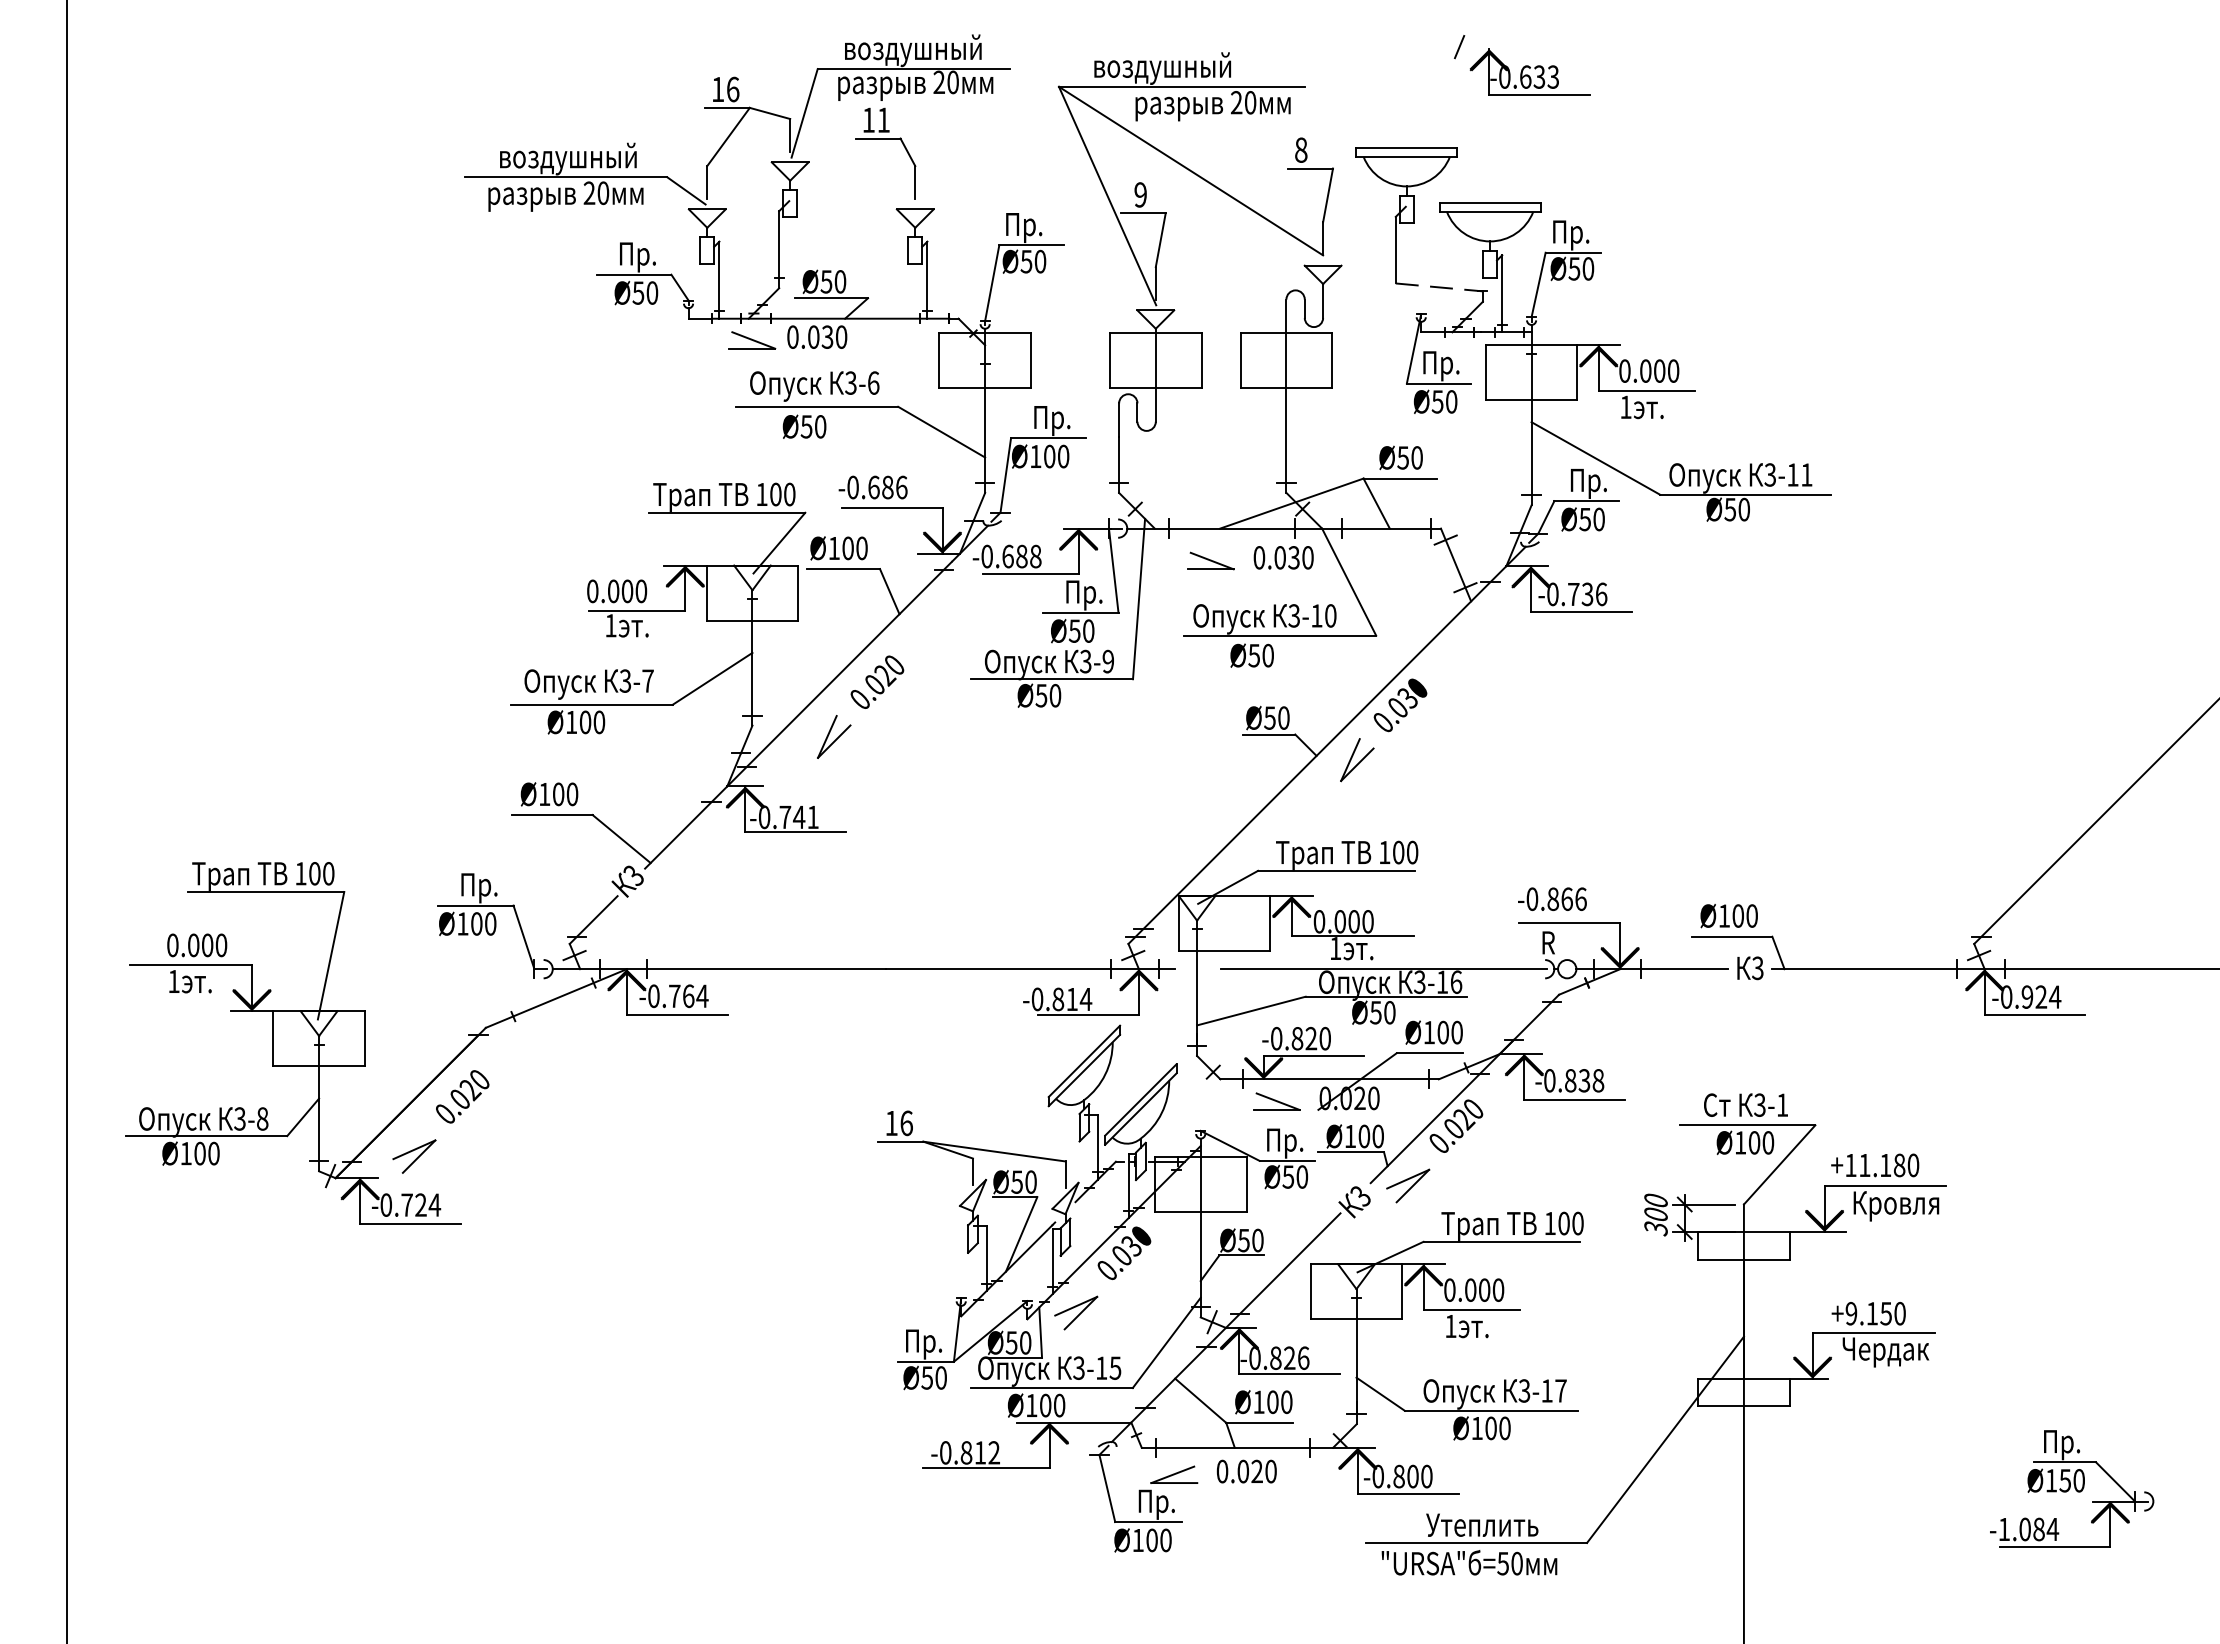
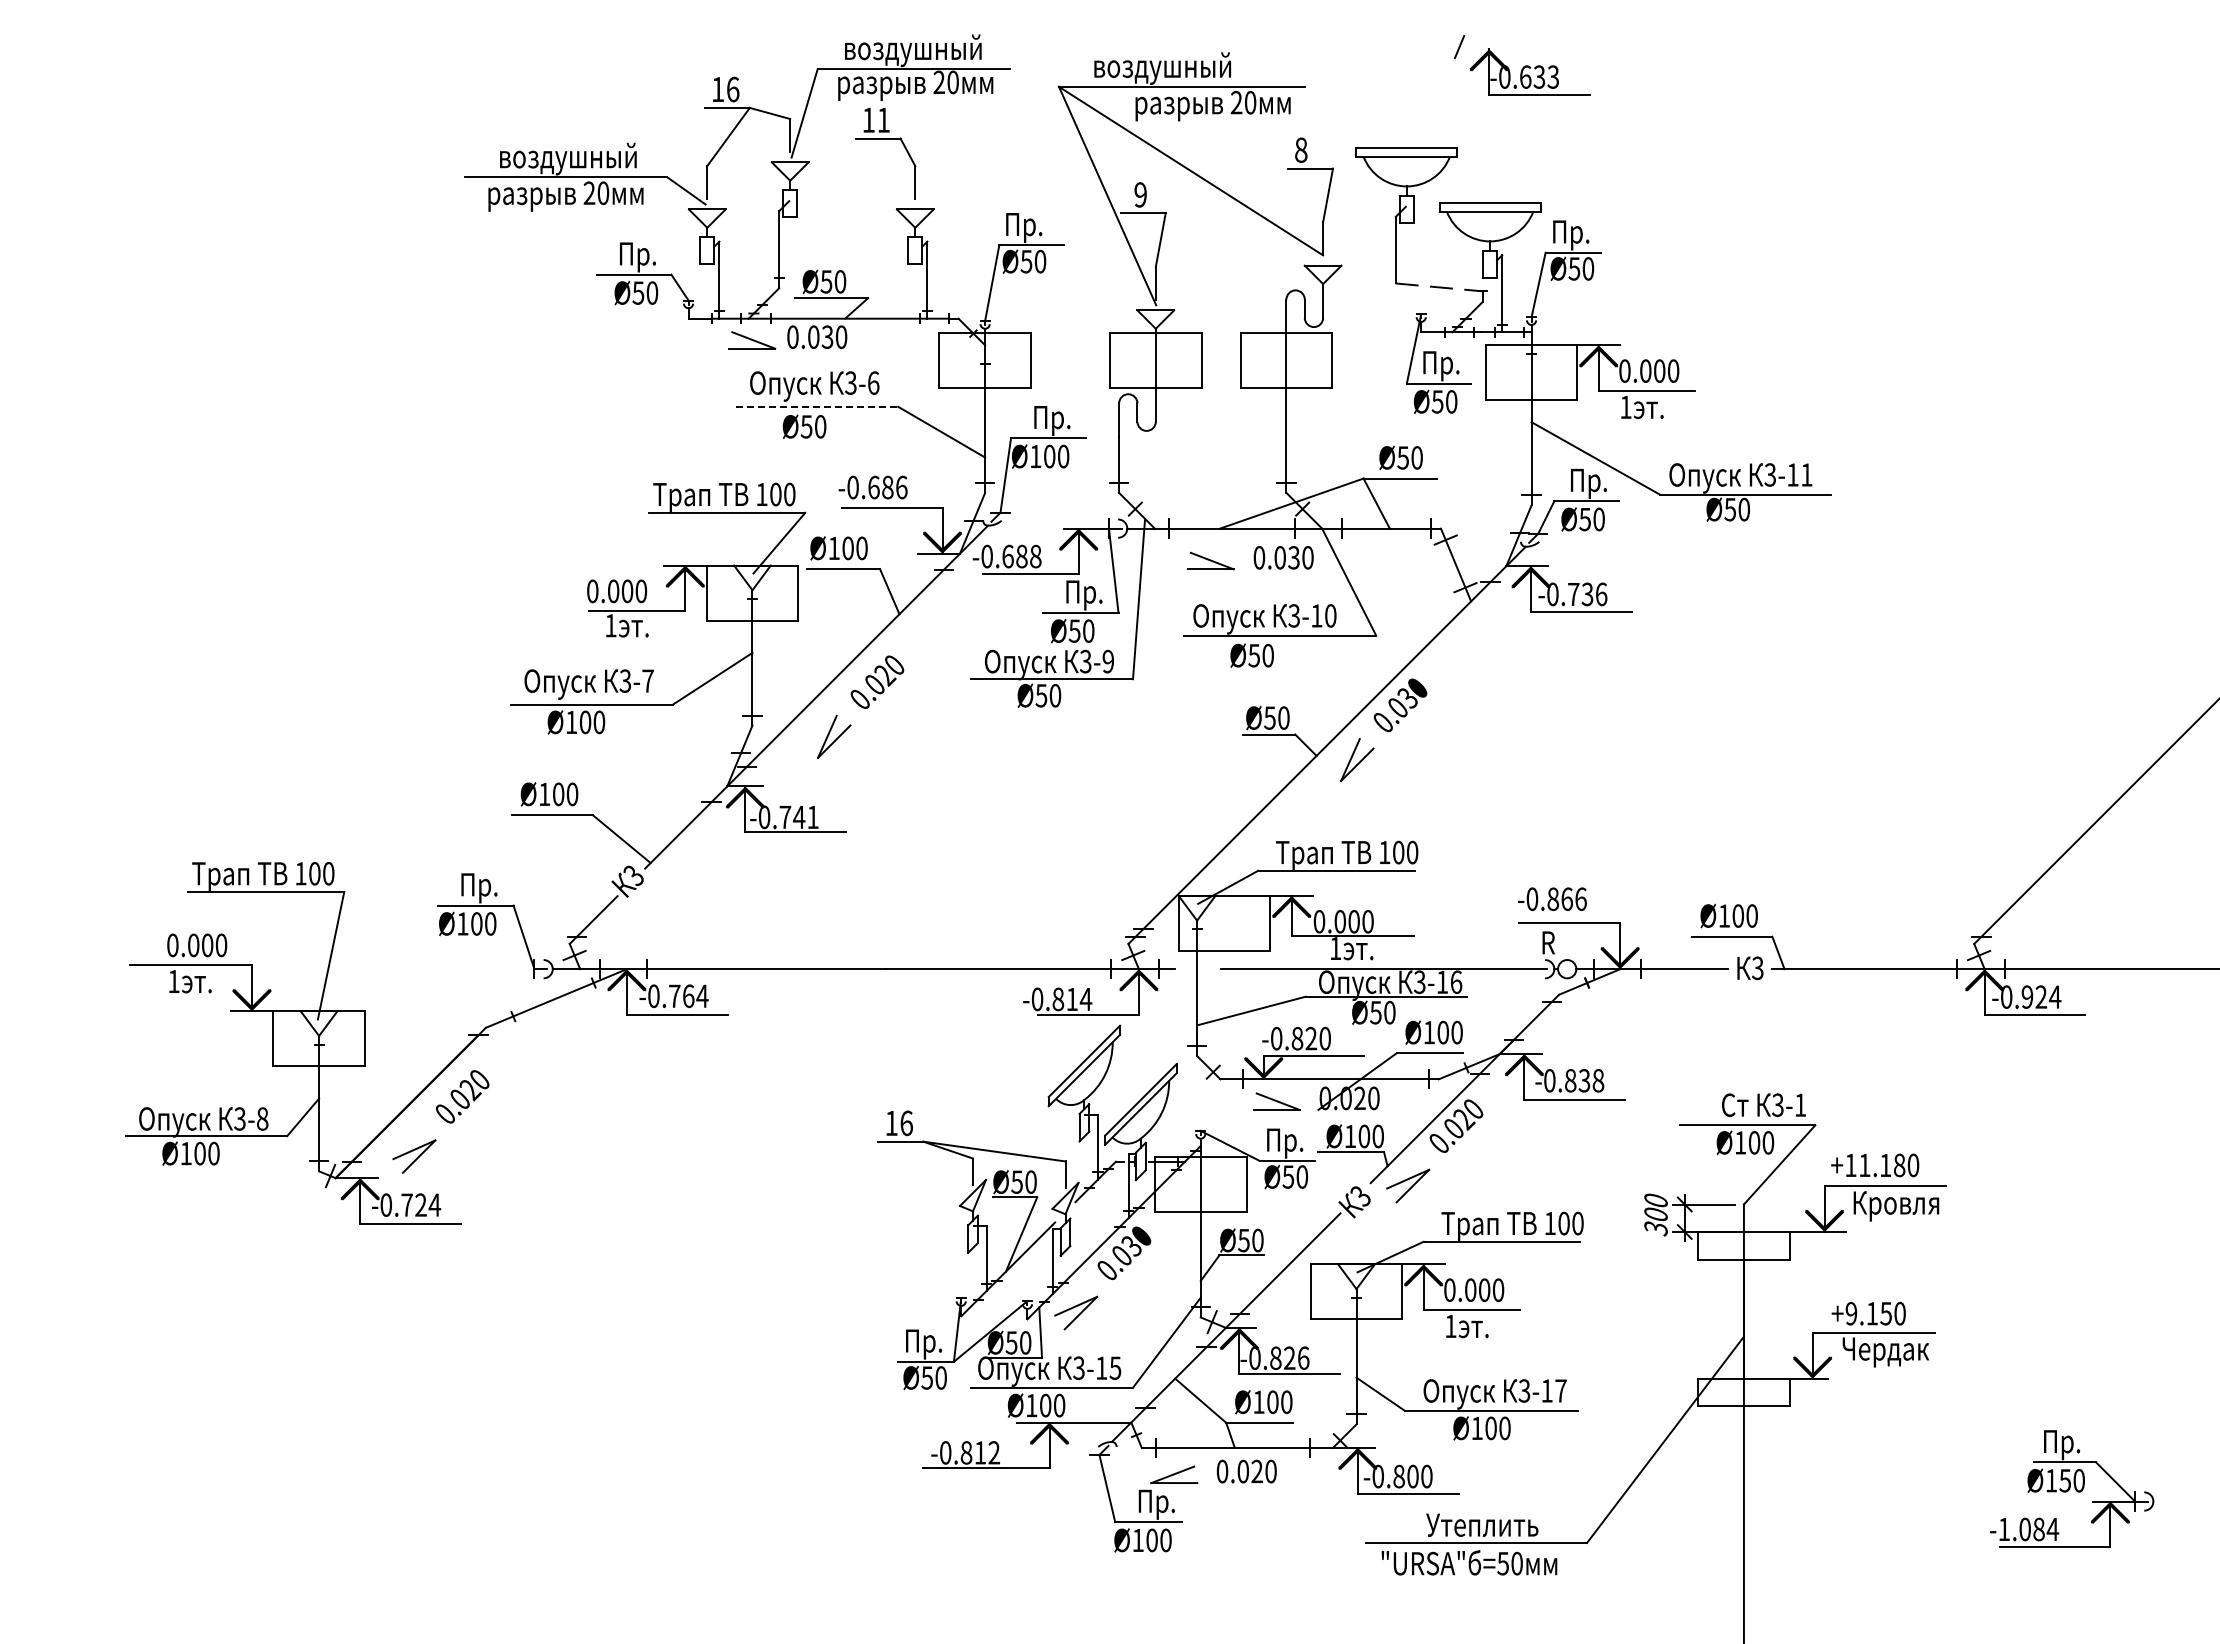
line at (817, 406): solid -> dashed
line at (66, 821): present -> none
text at (1745, 1104) position: (1745, 1104) -> (1763, 1104)
